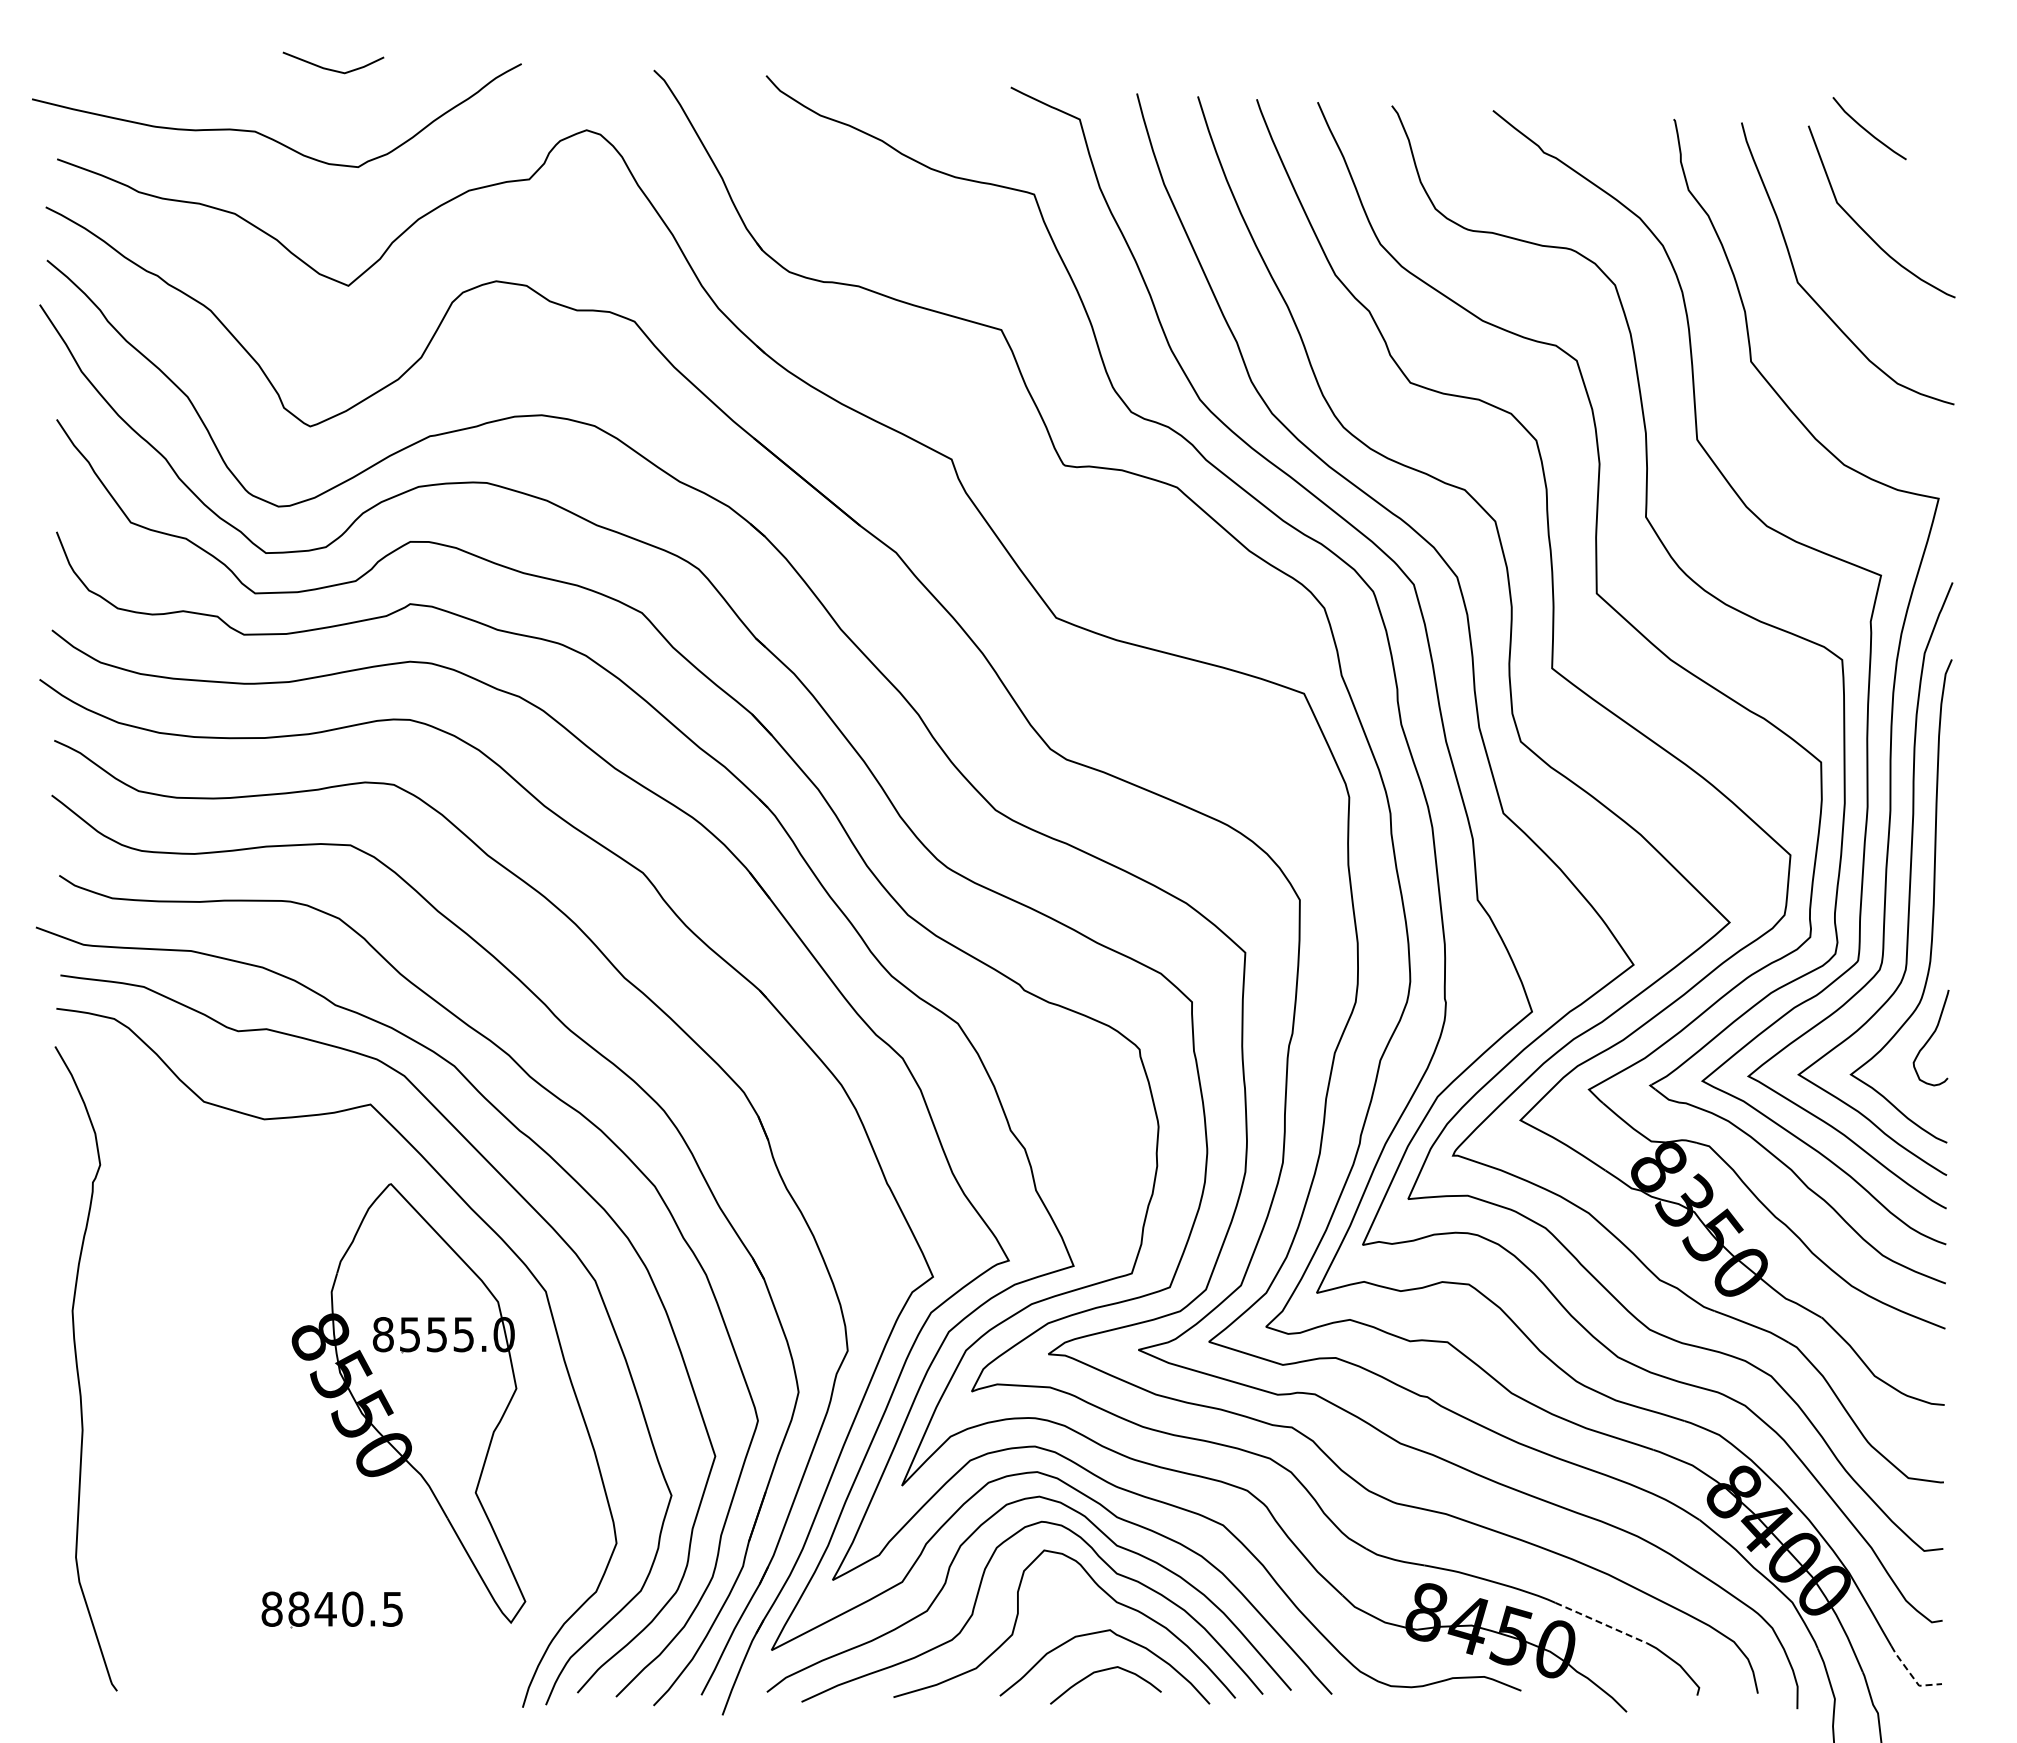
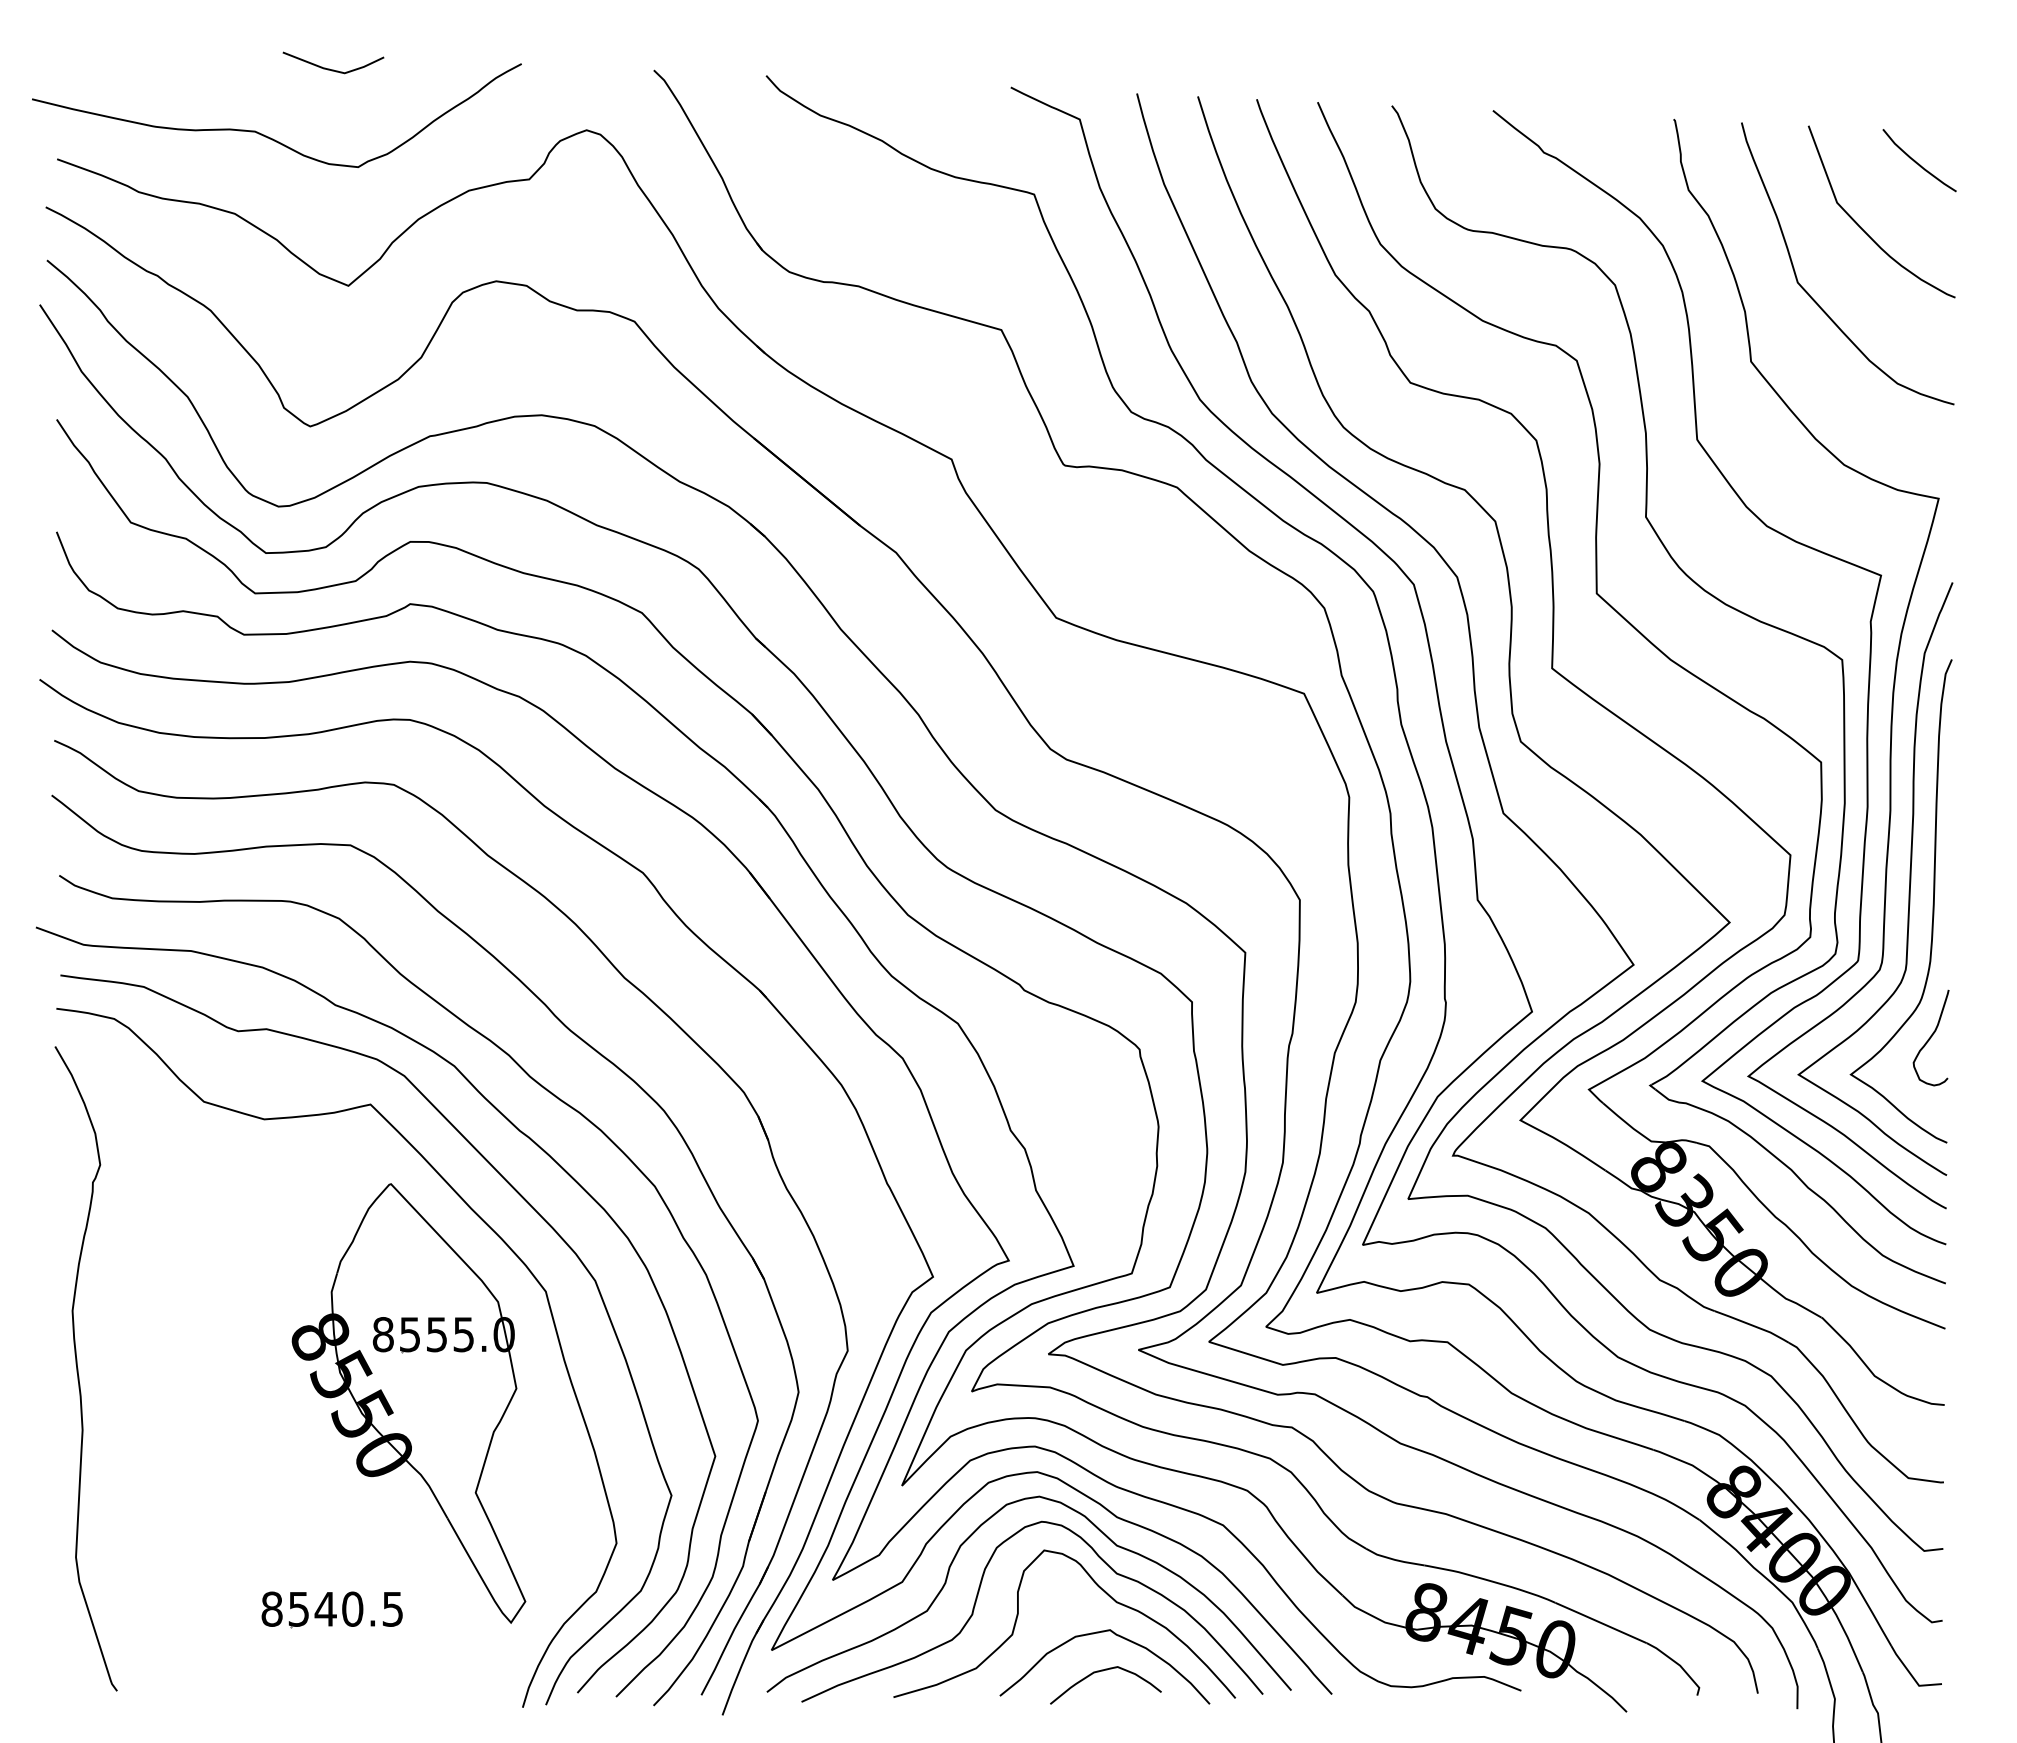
curve at (1867, 130) position: (1867, 130) -> (1917, 162)
text at (298, 1608): 8840.5 -> 8540.5
line at (1600, 1622): dashed -> solid
line at (1911, 1675): dashed -> solid
